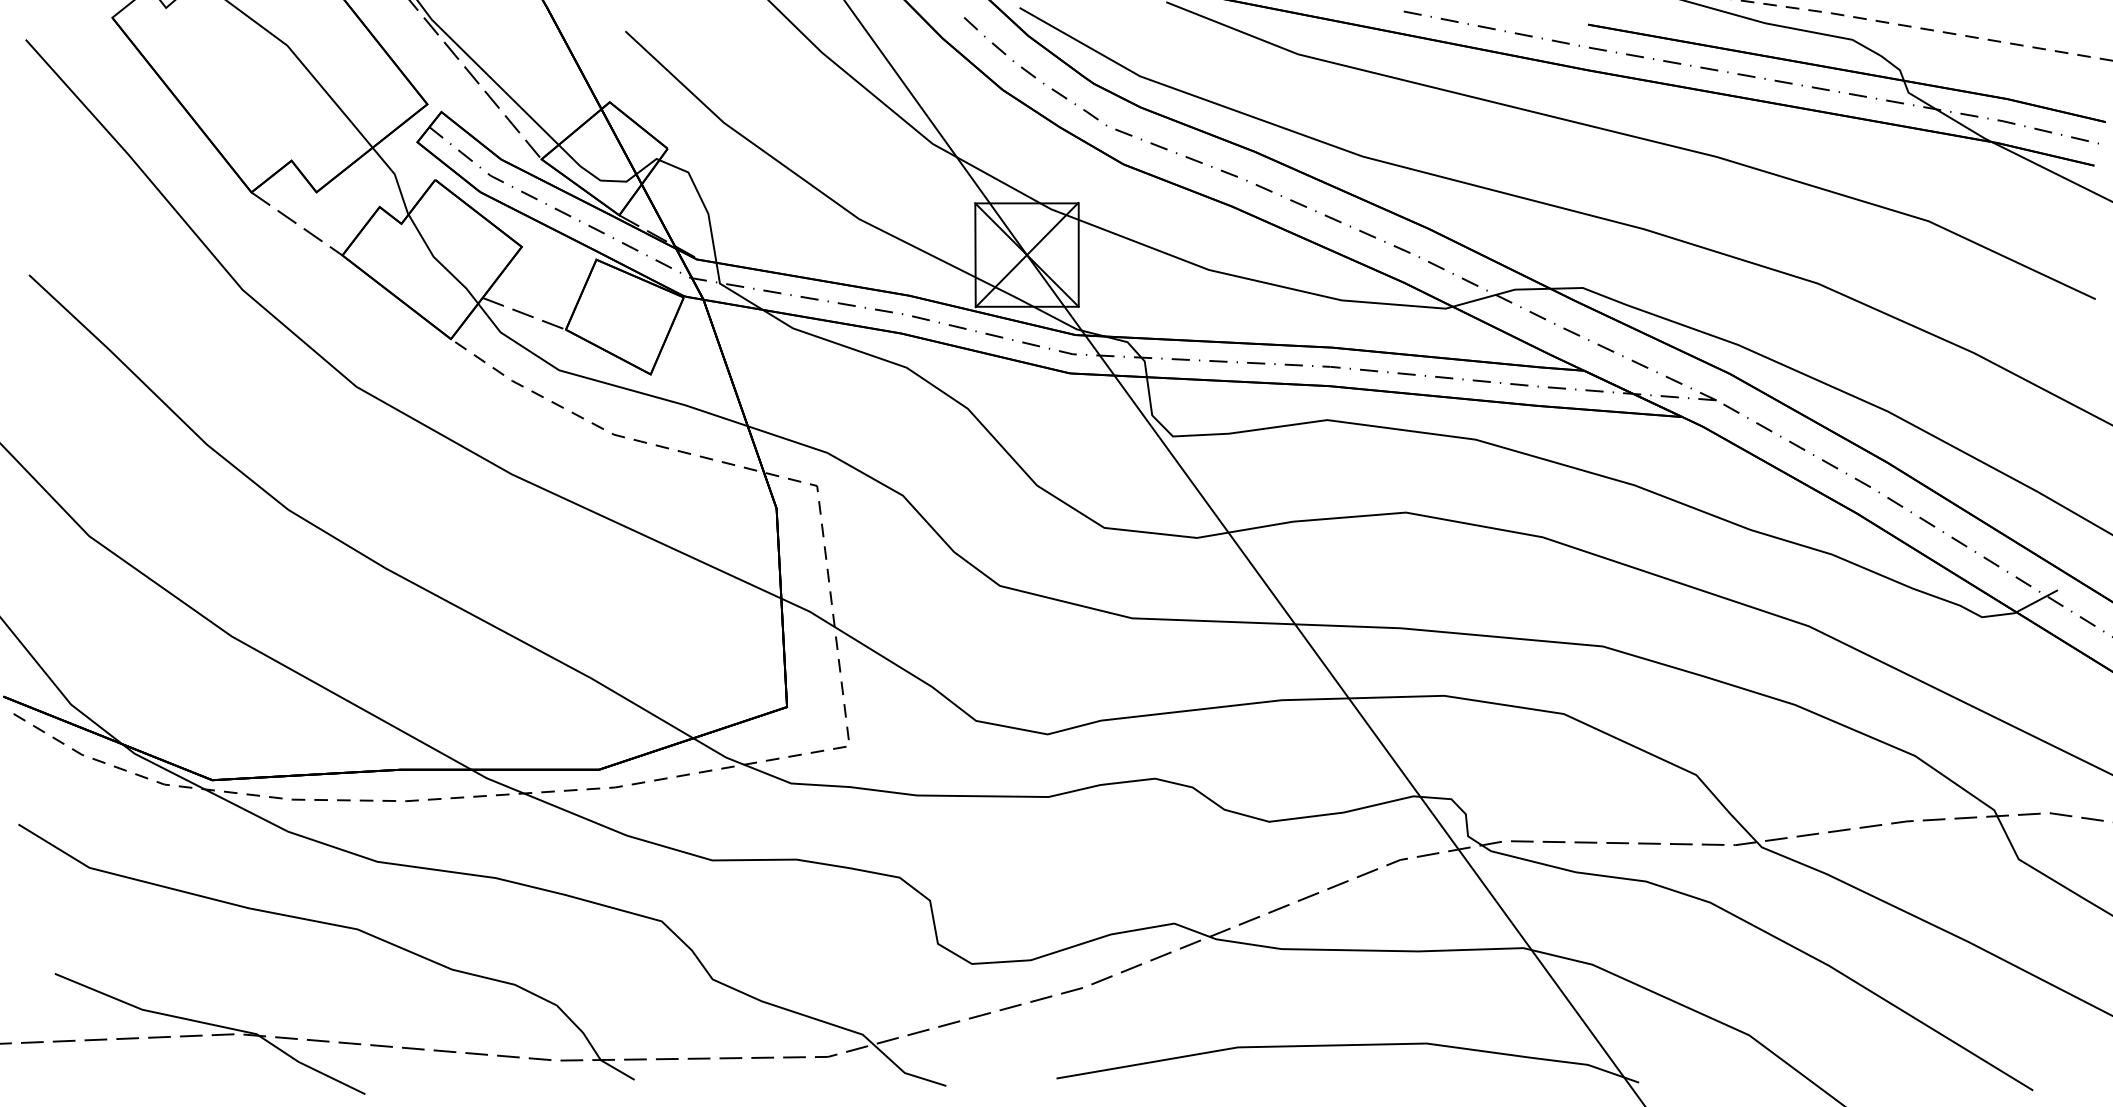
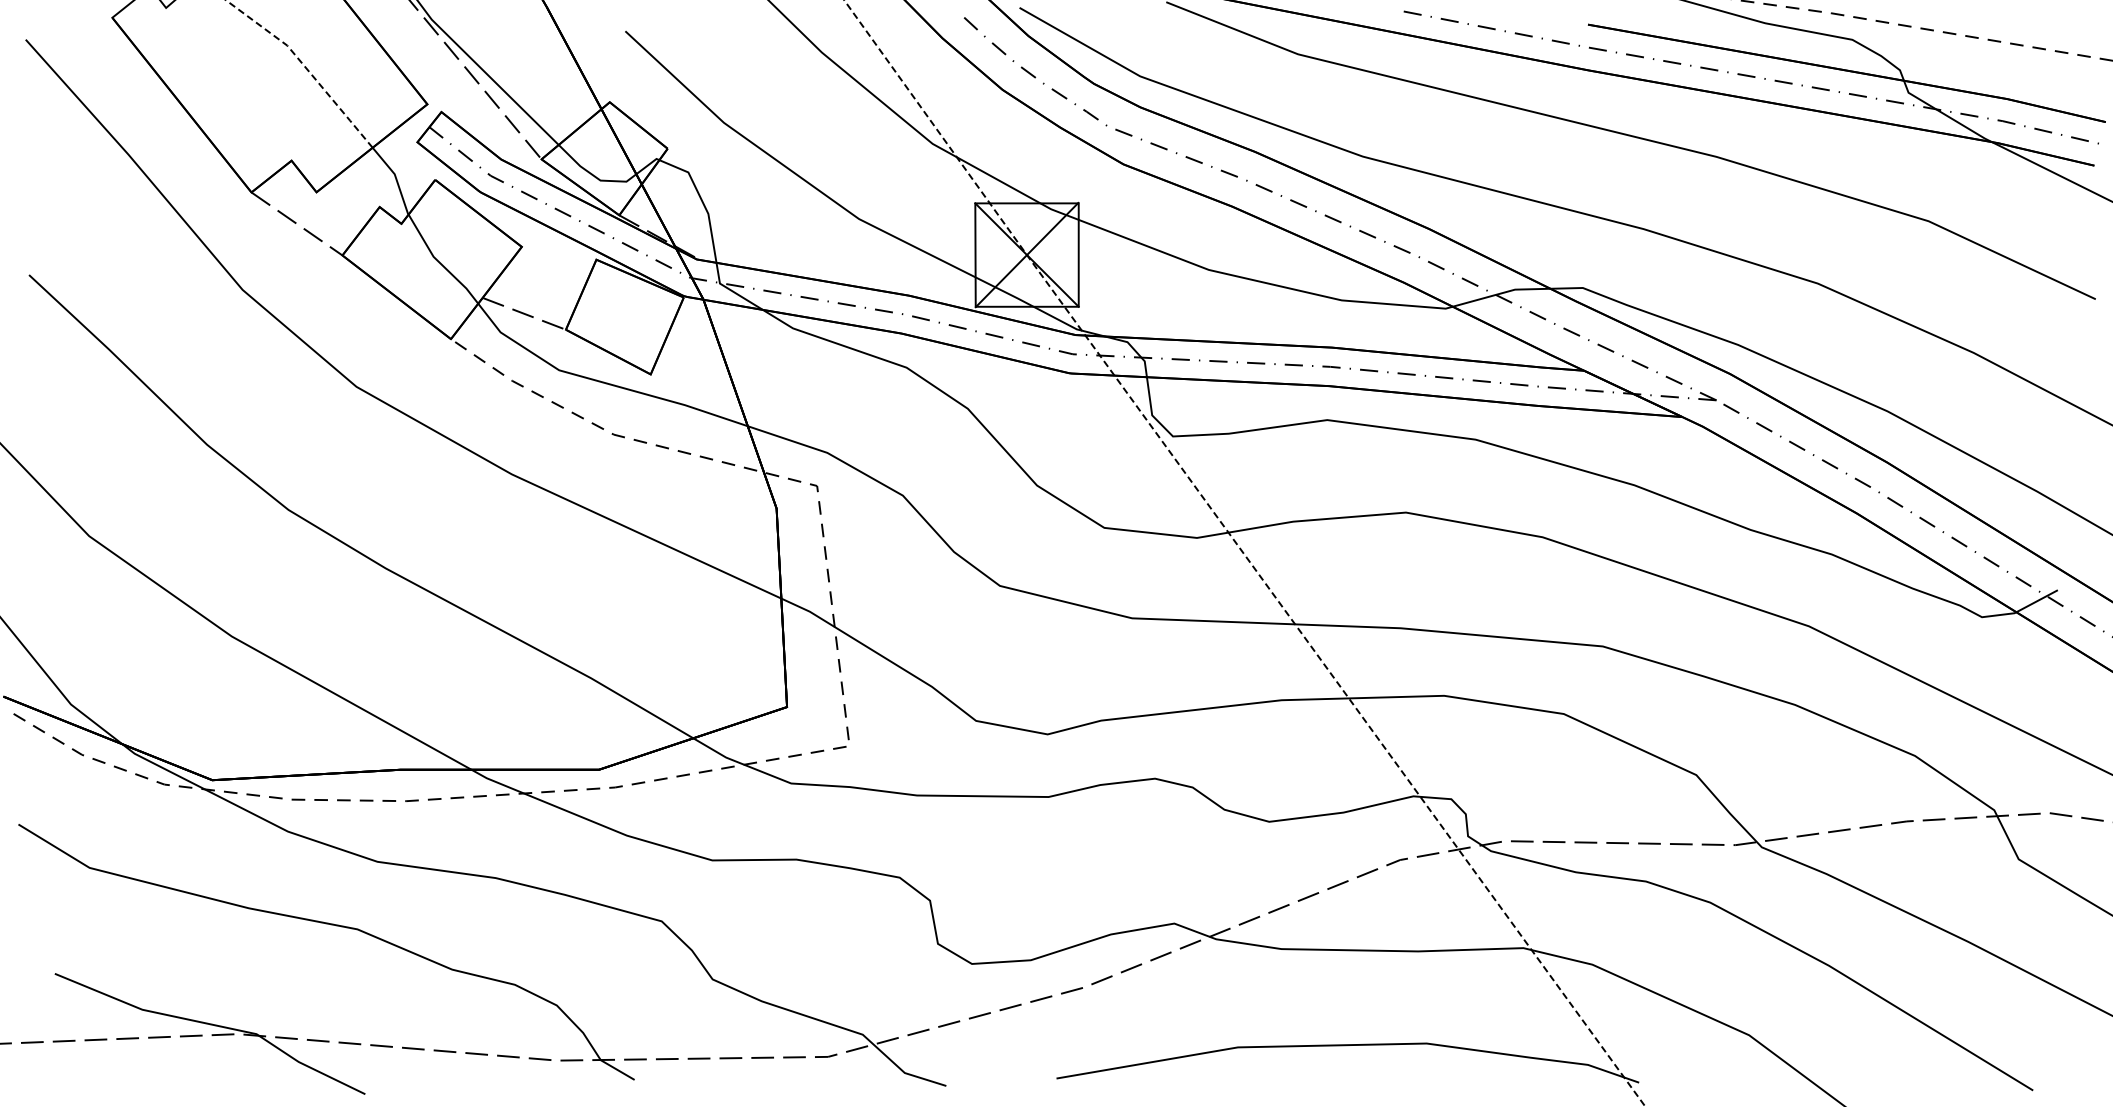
line at (305, 67): solid -> dashed
line at (1238, 546): solid -> dashed
